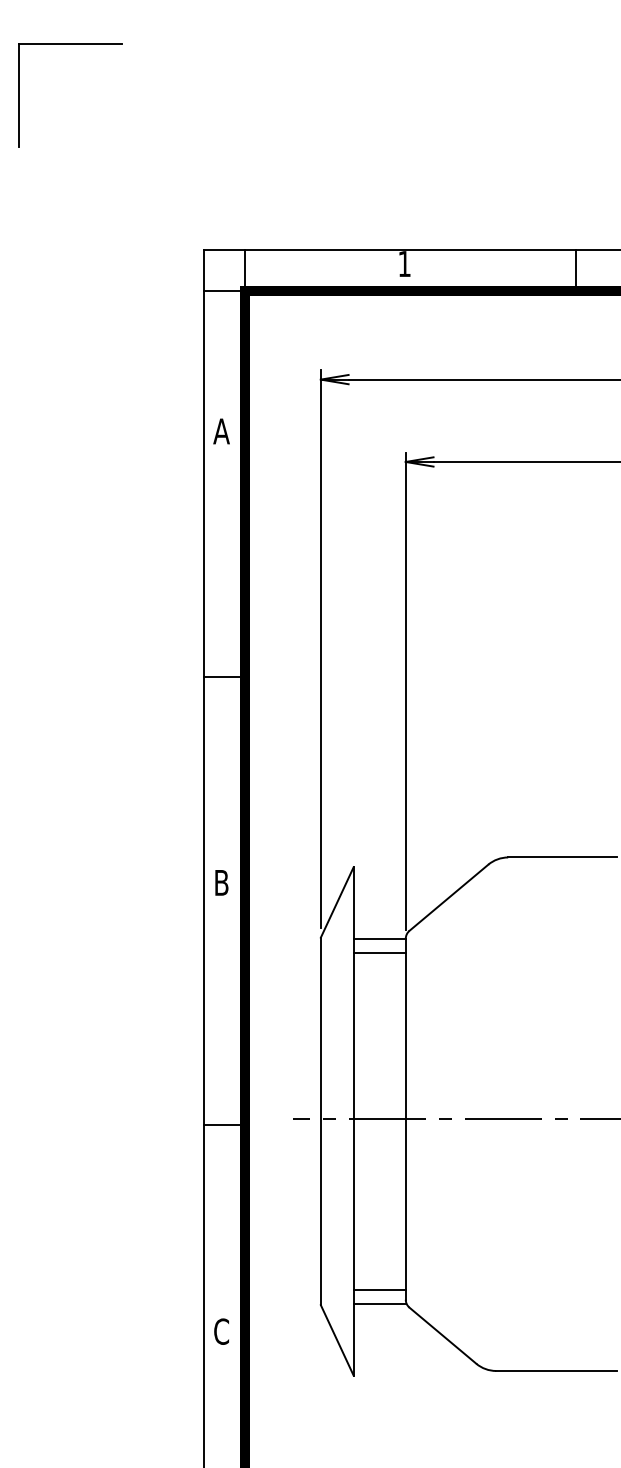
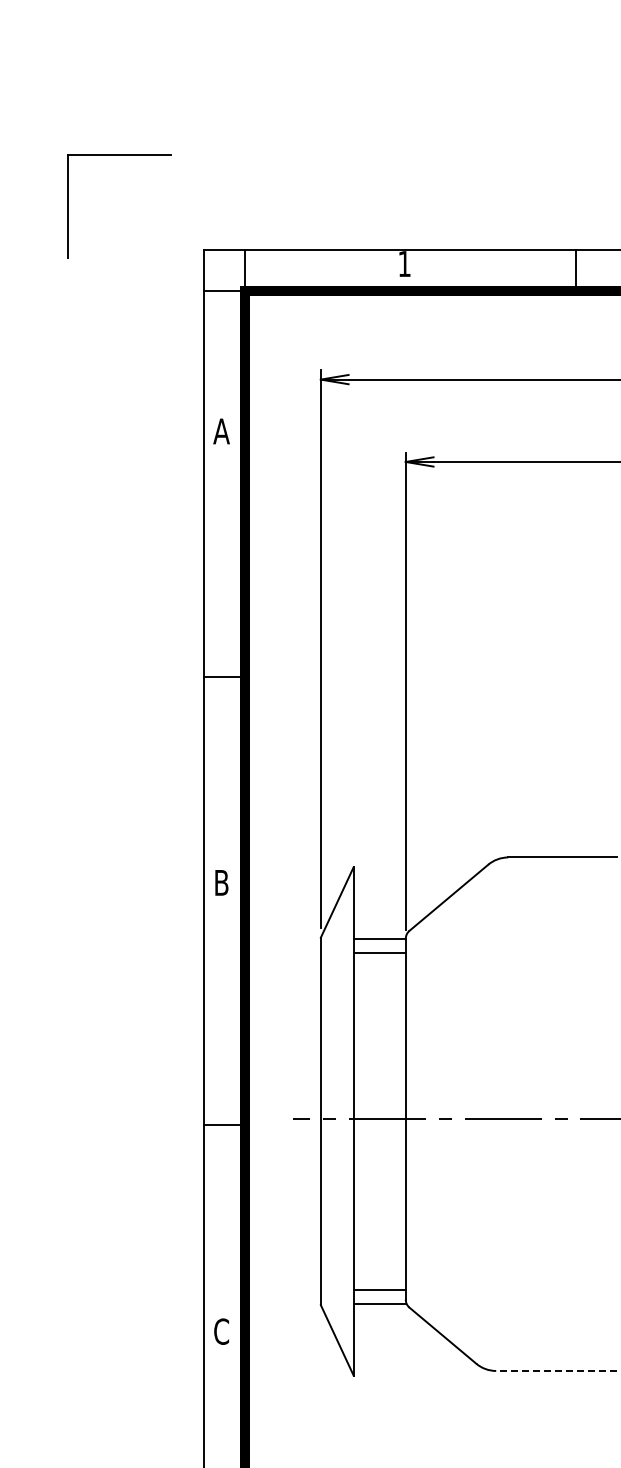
part at (70, 44) position: (70, 44) -> (119, 155)
line at (556, 1370): solid -> dashed
